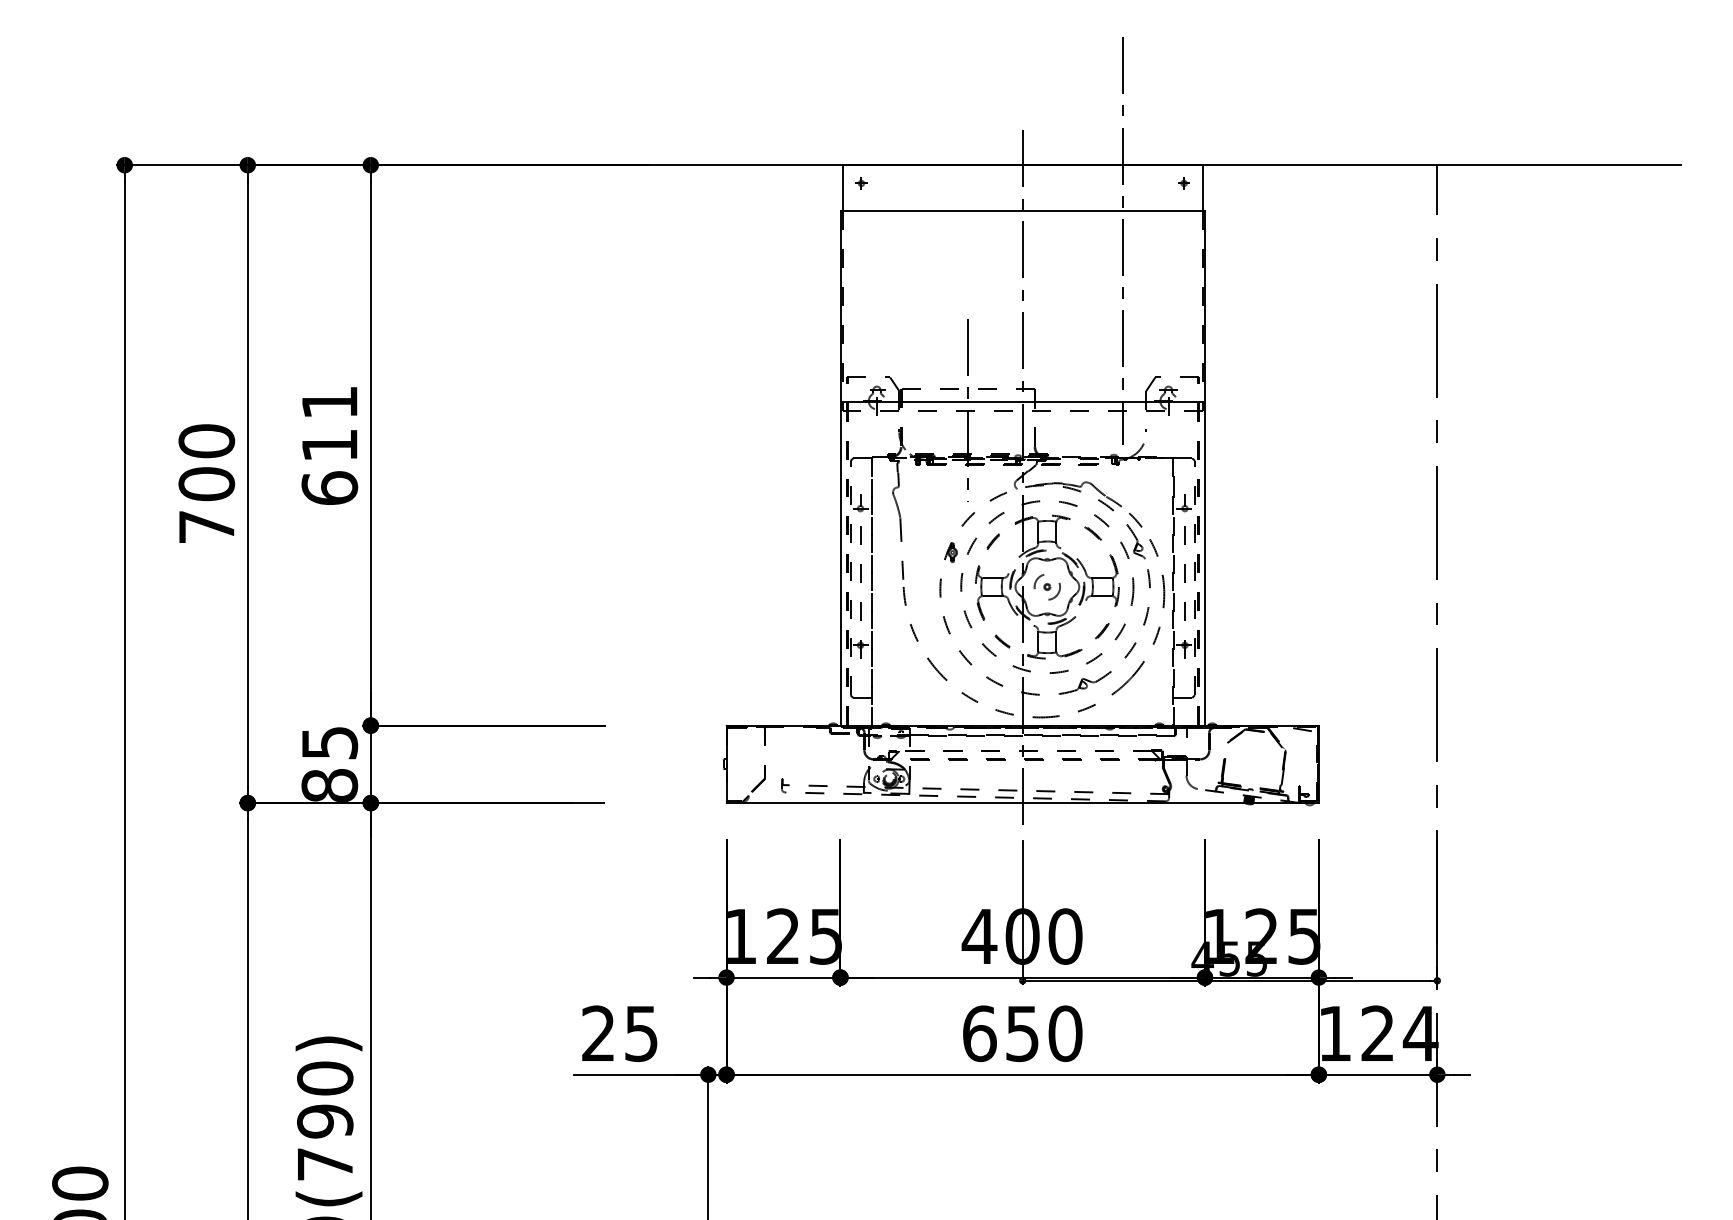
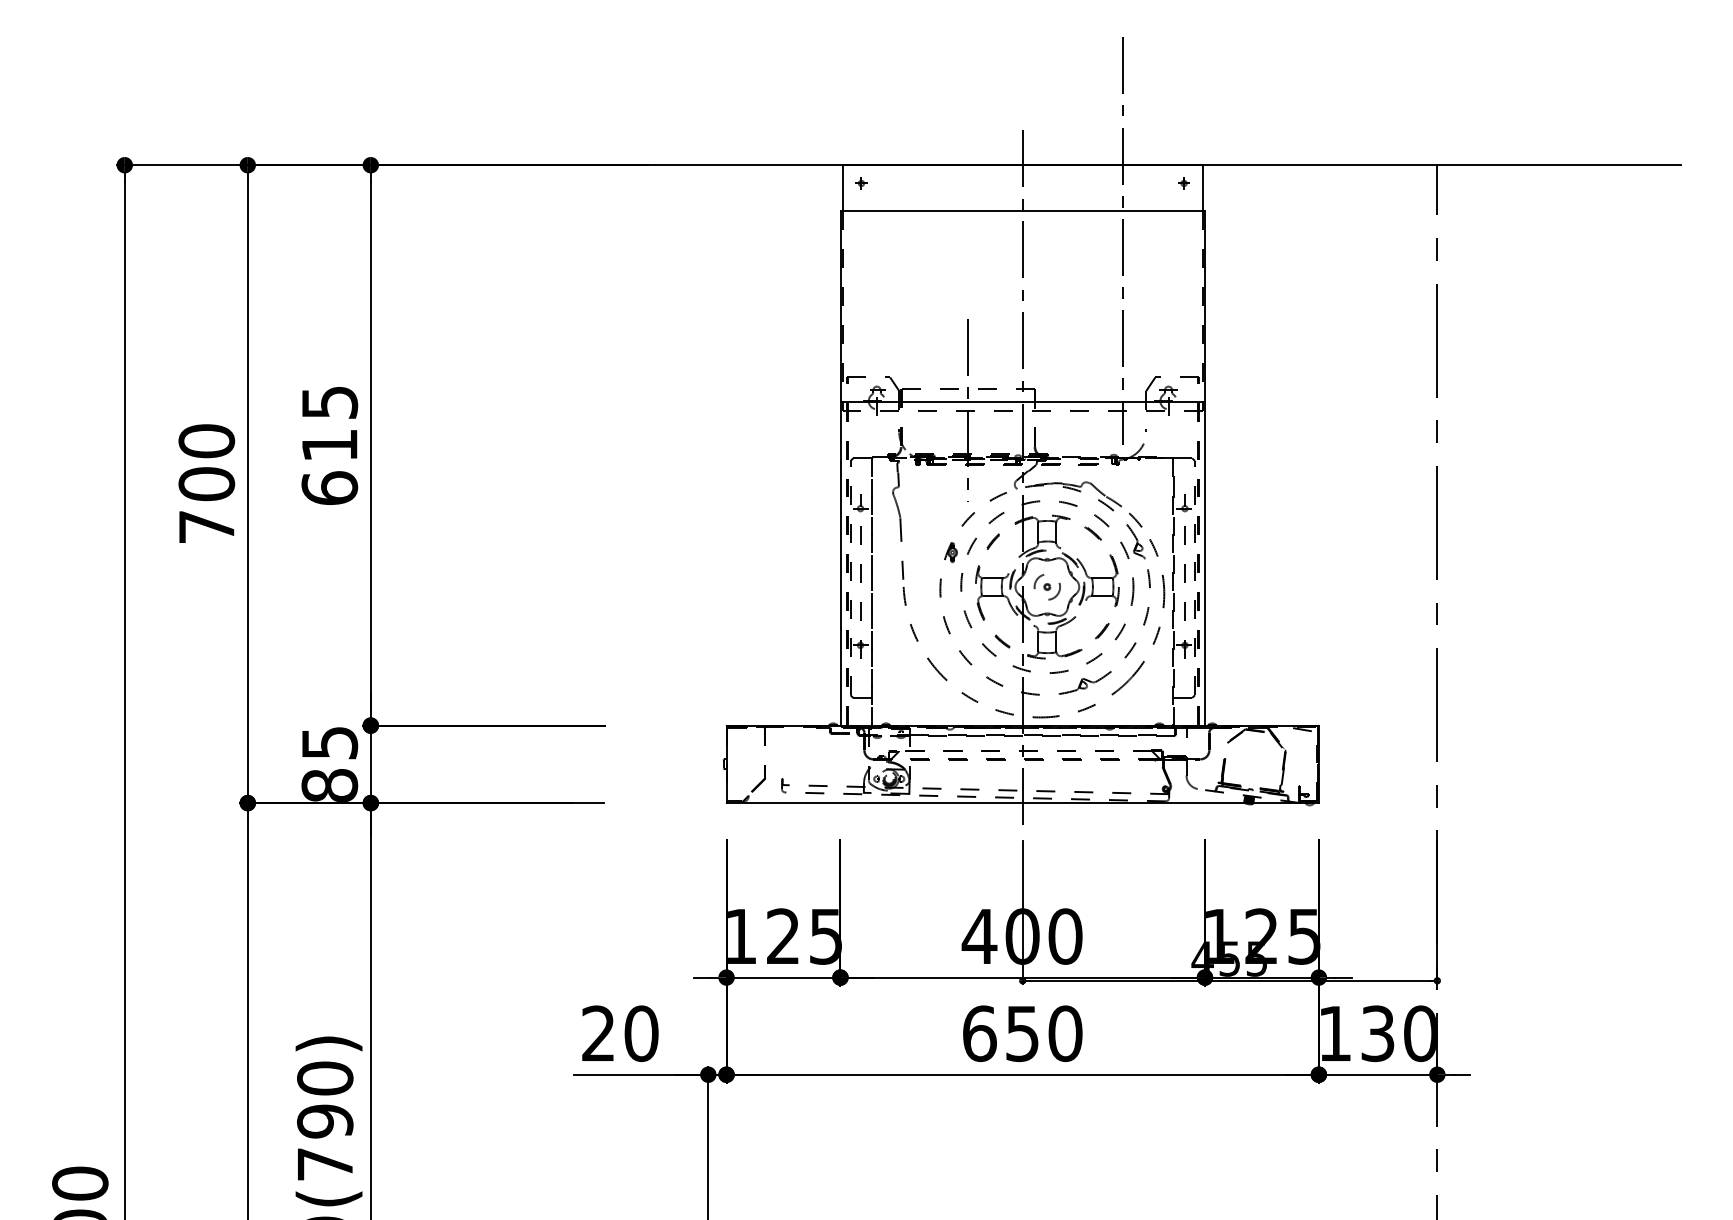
text at (330, 402): 611 -> 615
text at (641, 1033): 25 -> 20
text at (1399, 1033): 124 -> 130
